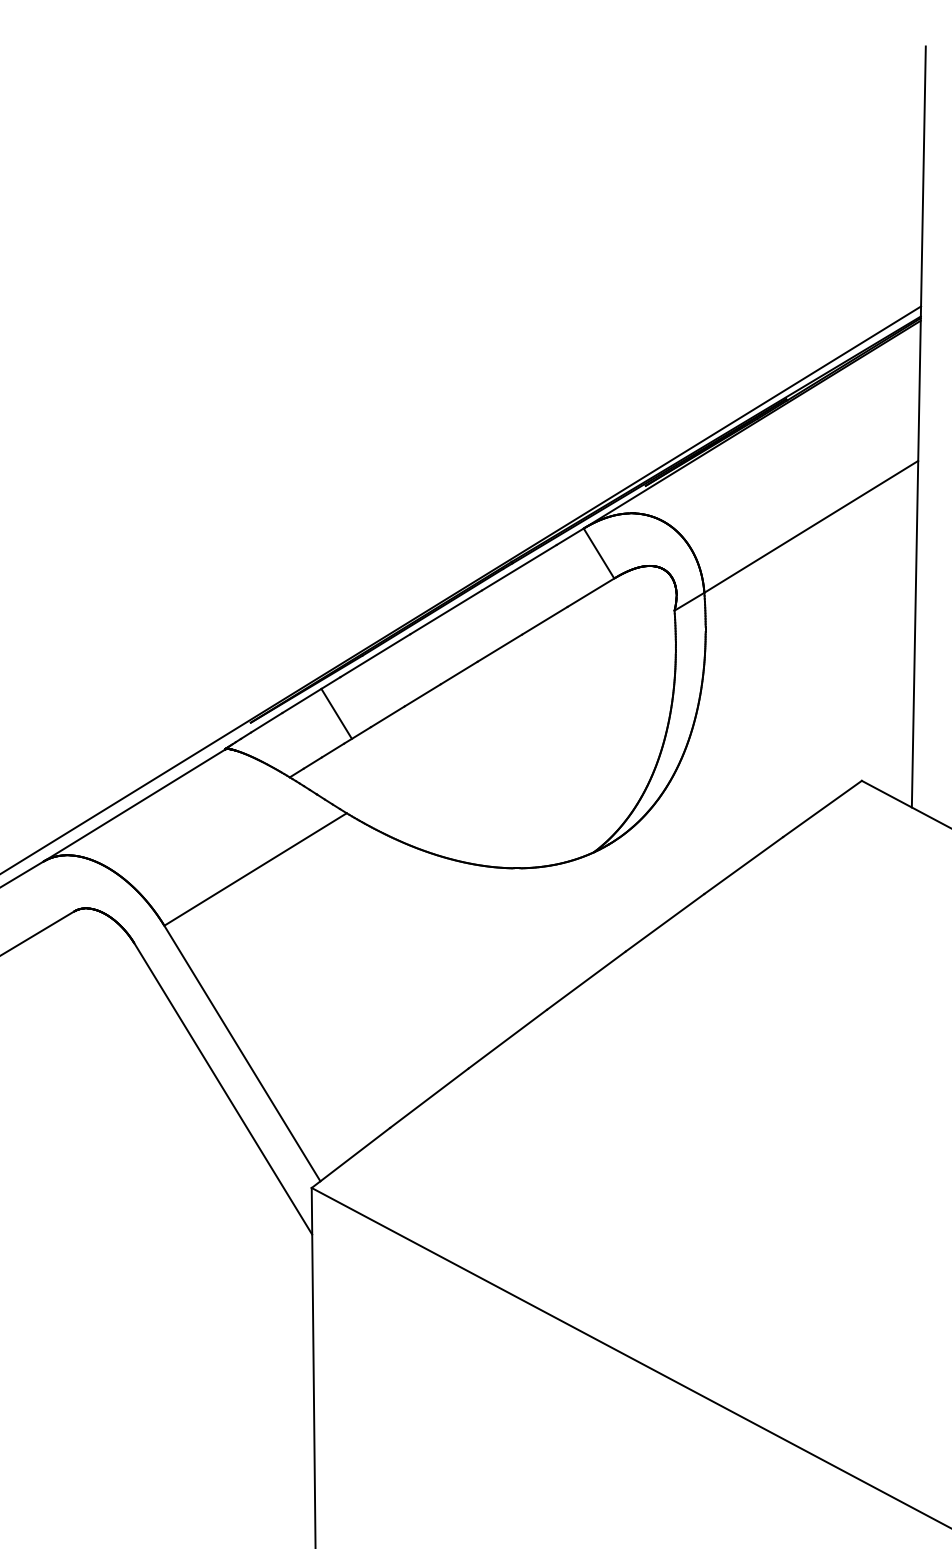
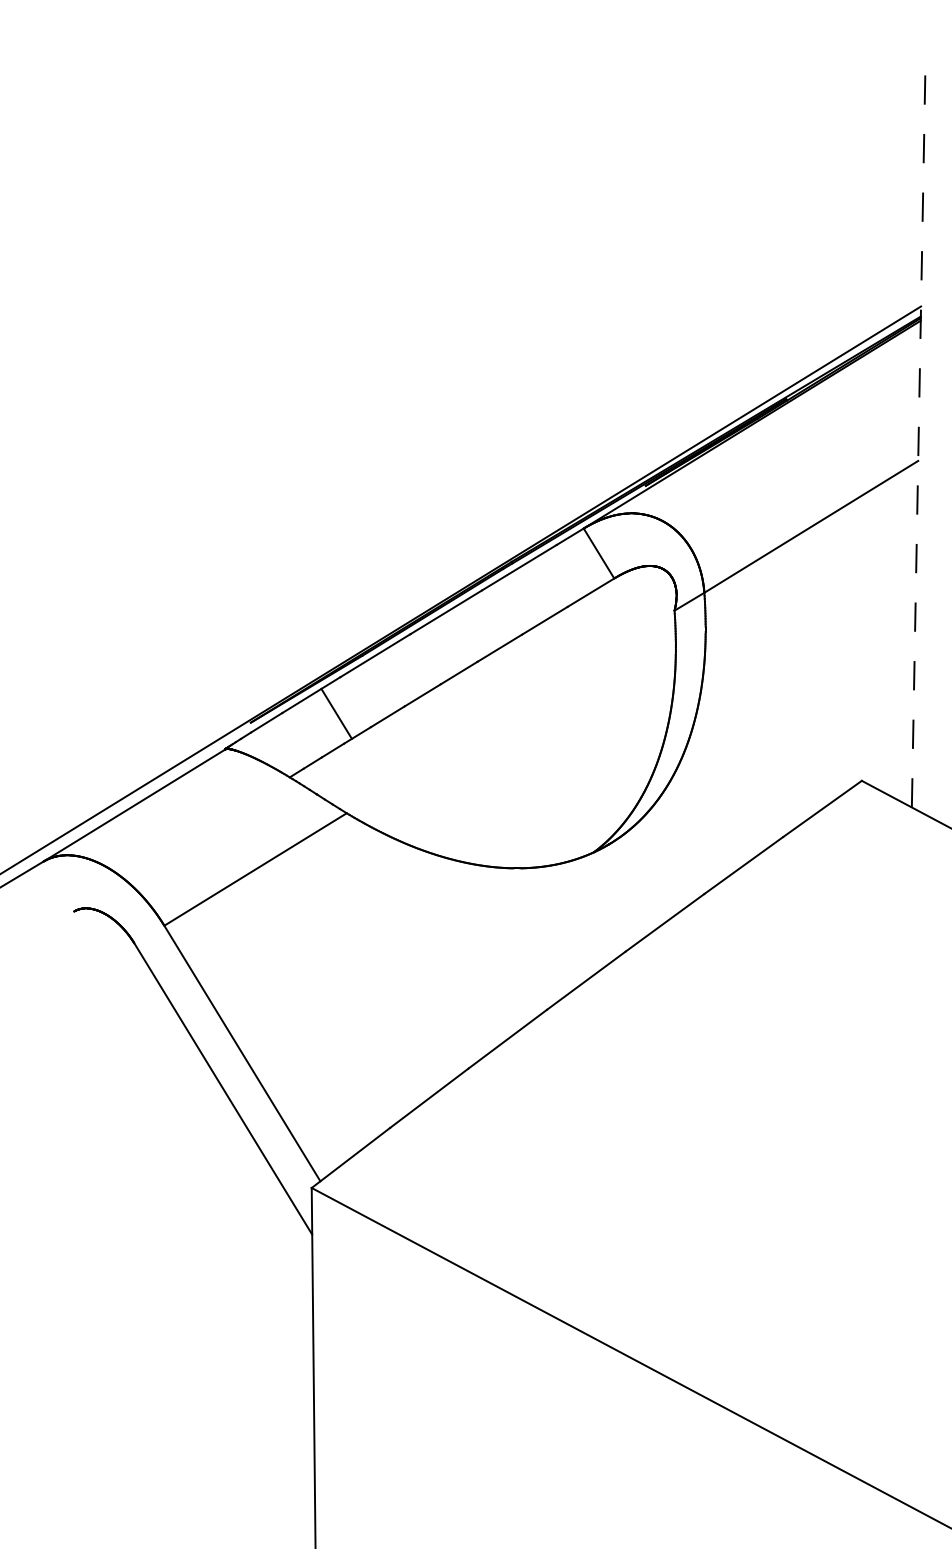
line at (918, 426): solid -> dashed
line at (38, 932): present -> none
